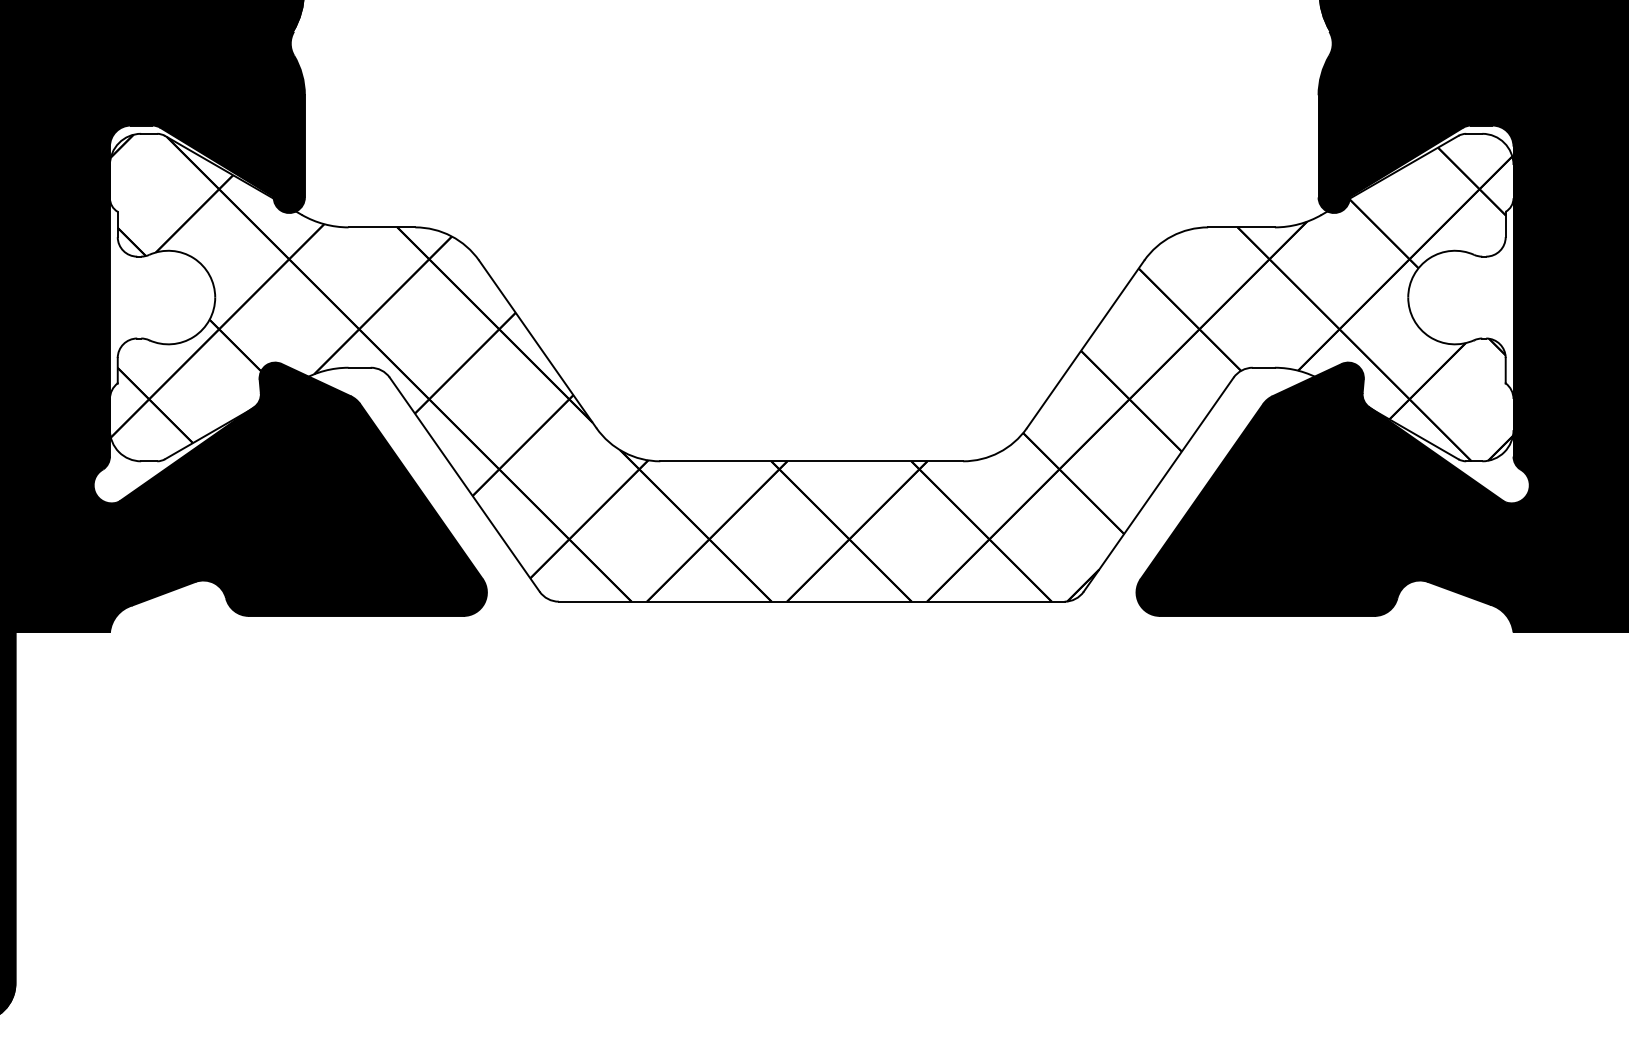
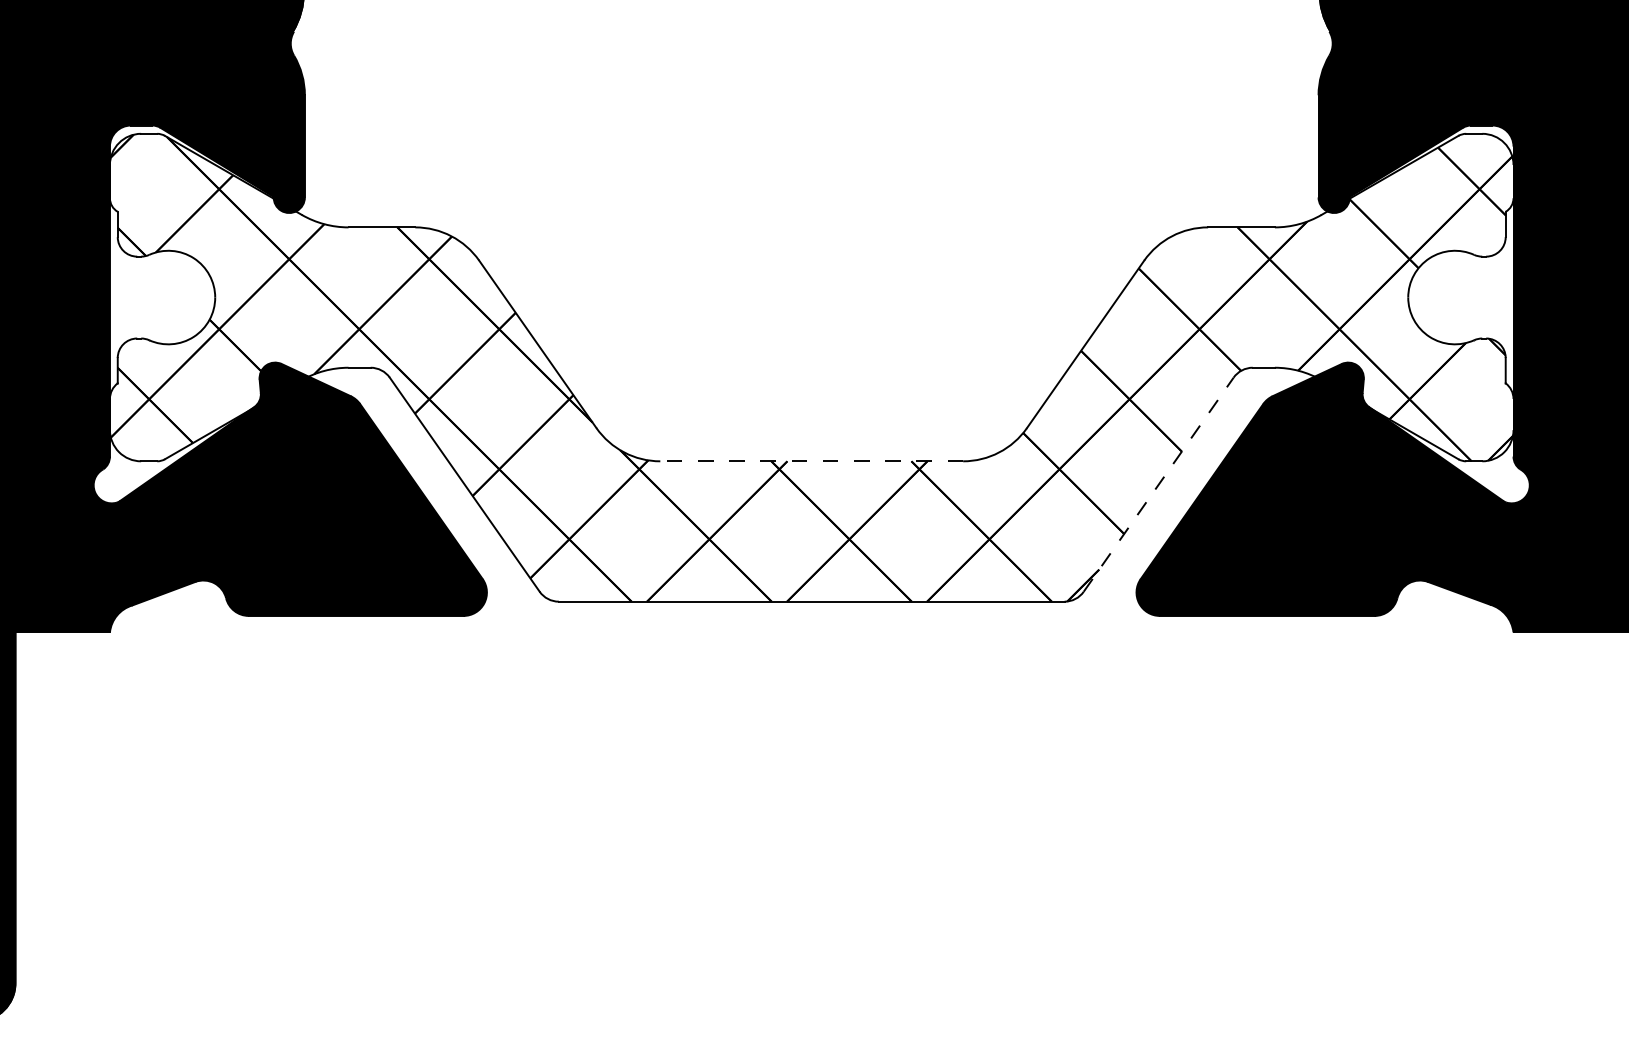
line at (811, 461): solid -> dashed
line at (1158, 484): solid -> dashed
